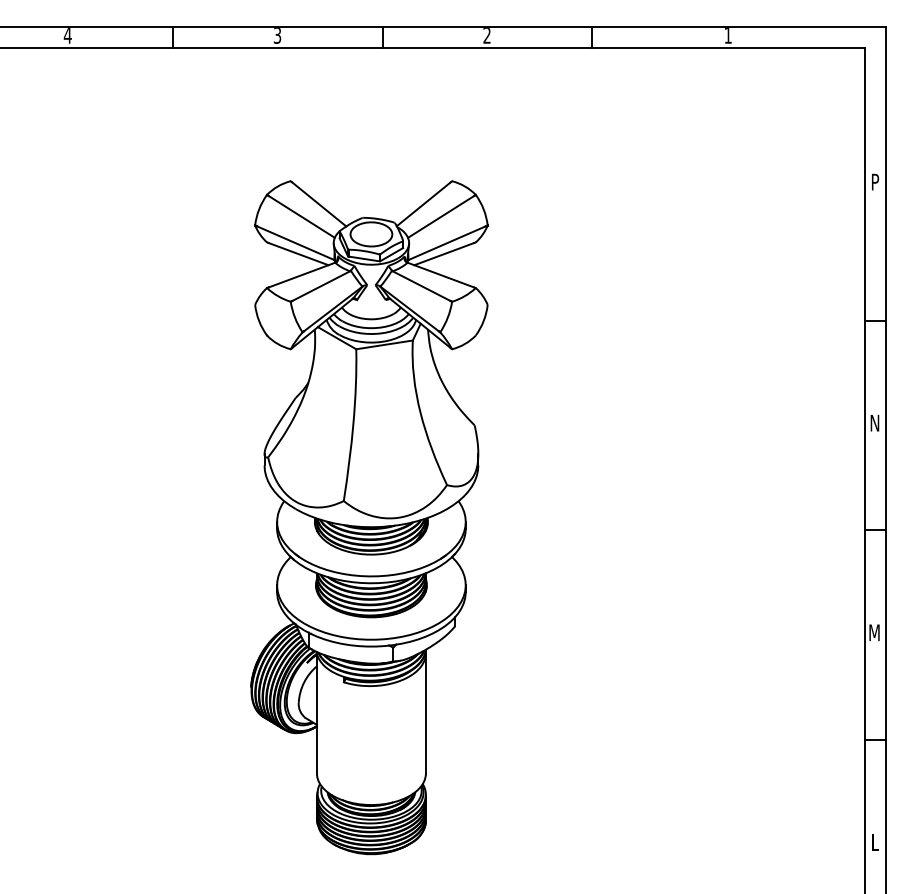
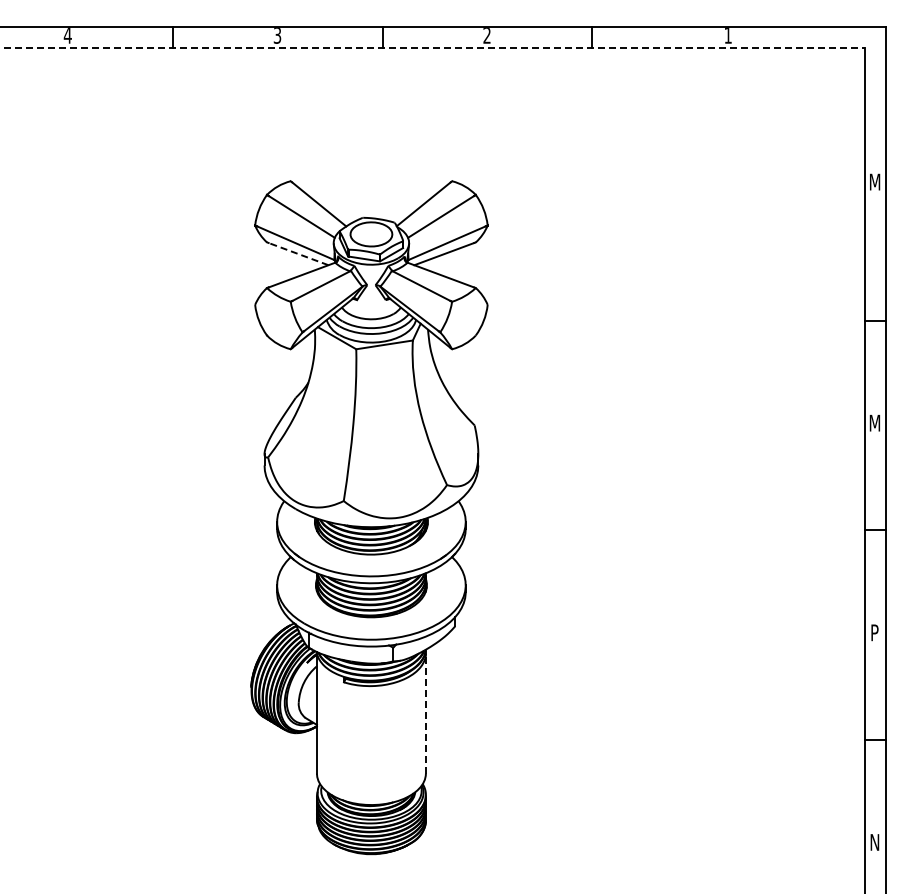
line at (432, 48): solid -> dashed
text at (875, 181): P -> M
line at (298, 254): solid -> dashed
text at (874, 423): N -> M
text at (874, 632): M -> P
line at (425, 712): solid -> dashed
text at (874, 842): L -> N
